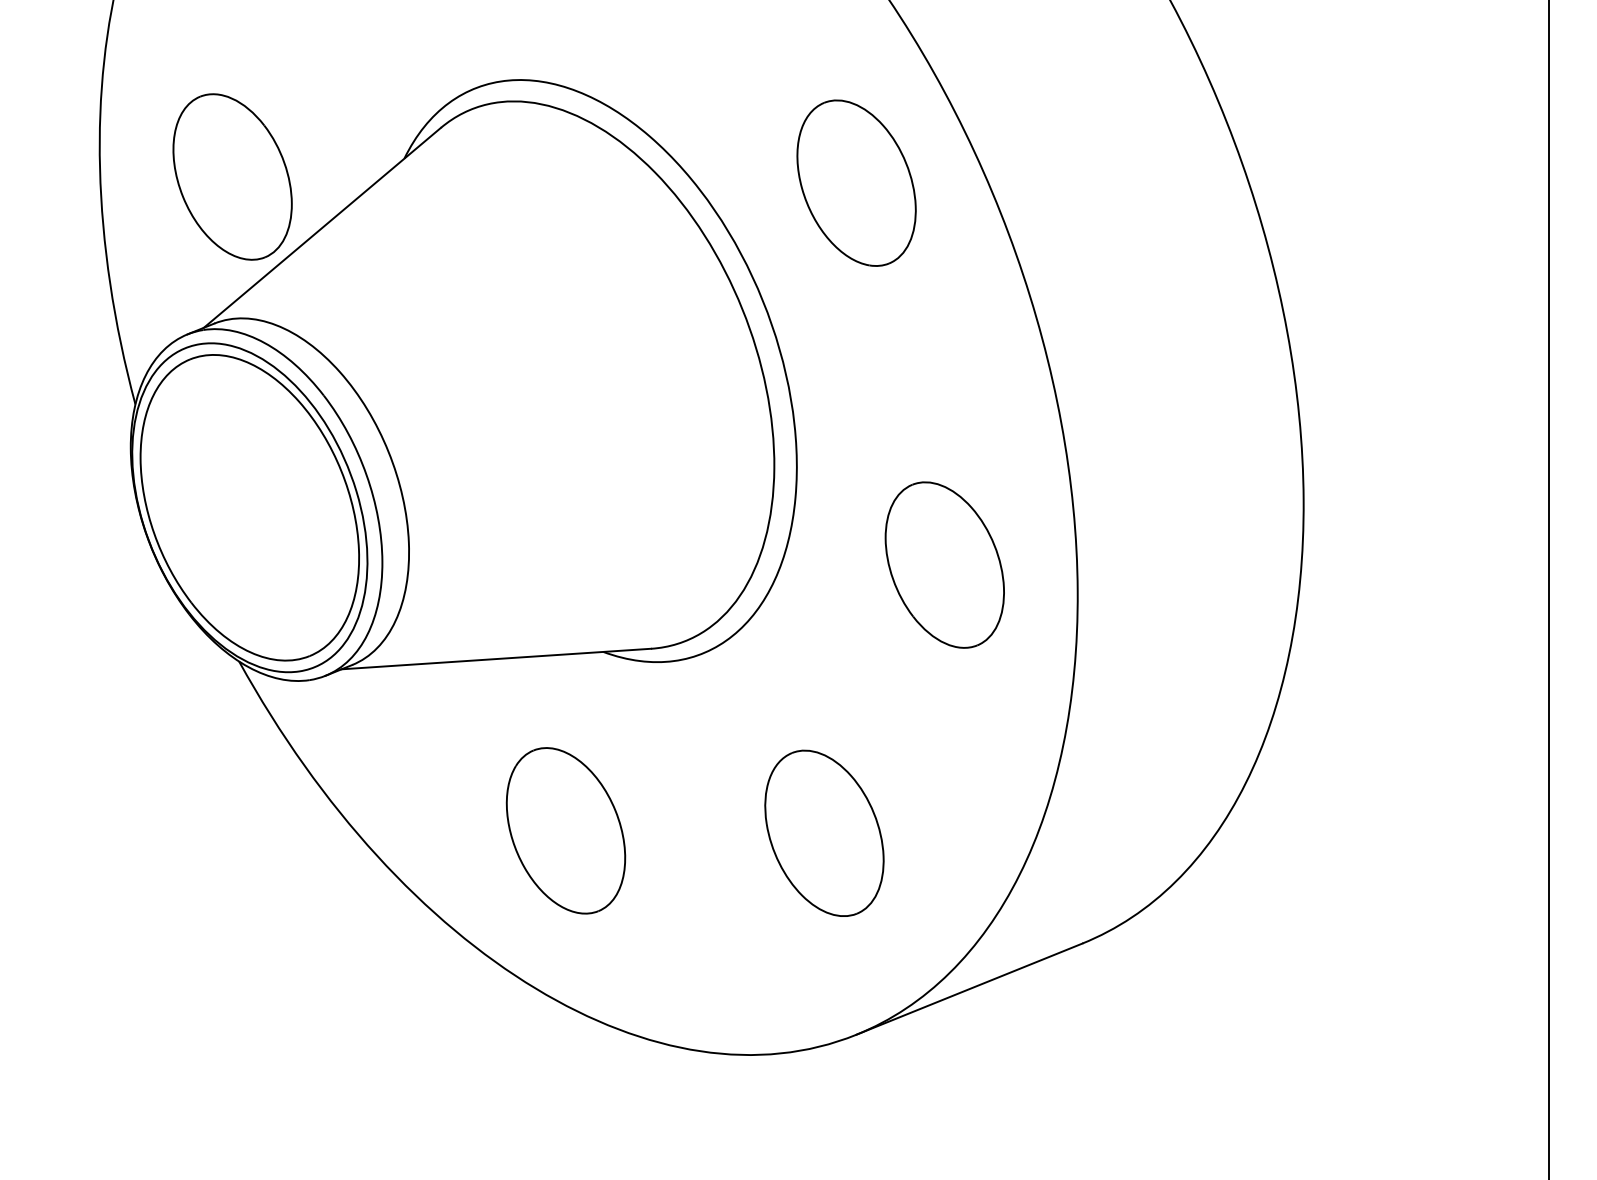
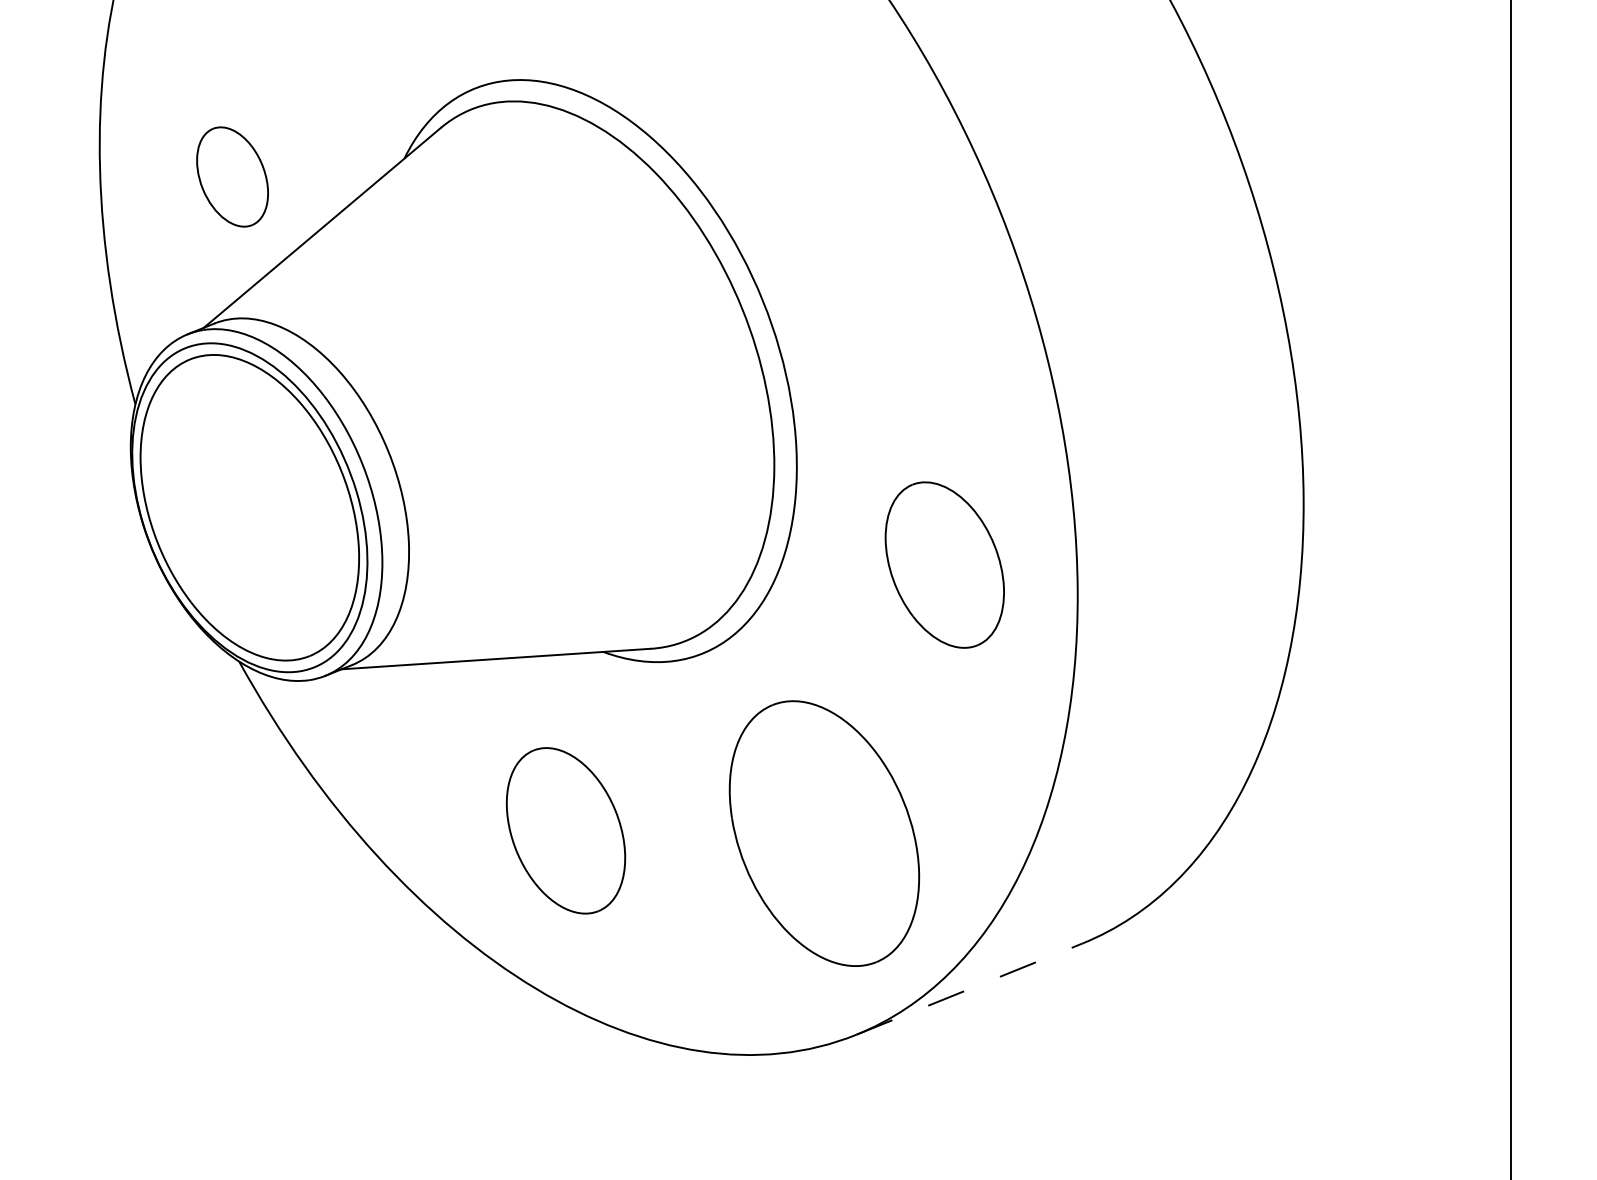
part at (232, 176) size: 121x168 px -> 73x102 px
part at (856, 182): present -> none
line at (1549, 589) position: (1549, 589) -> (1511, 589)
part at (824, 832) size: 121x168 px -> 193x267 px
line at (969, 989): solid -> dashed
